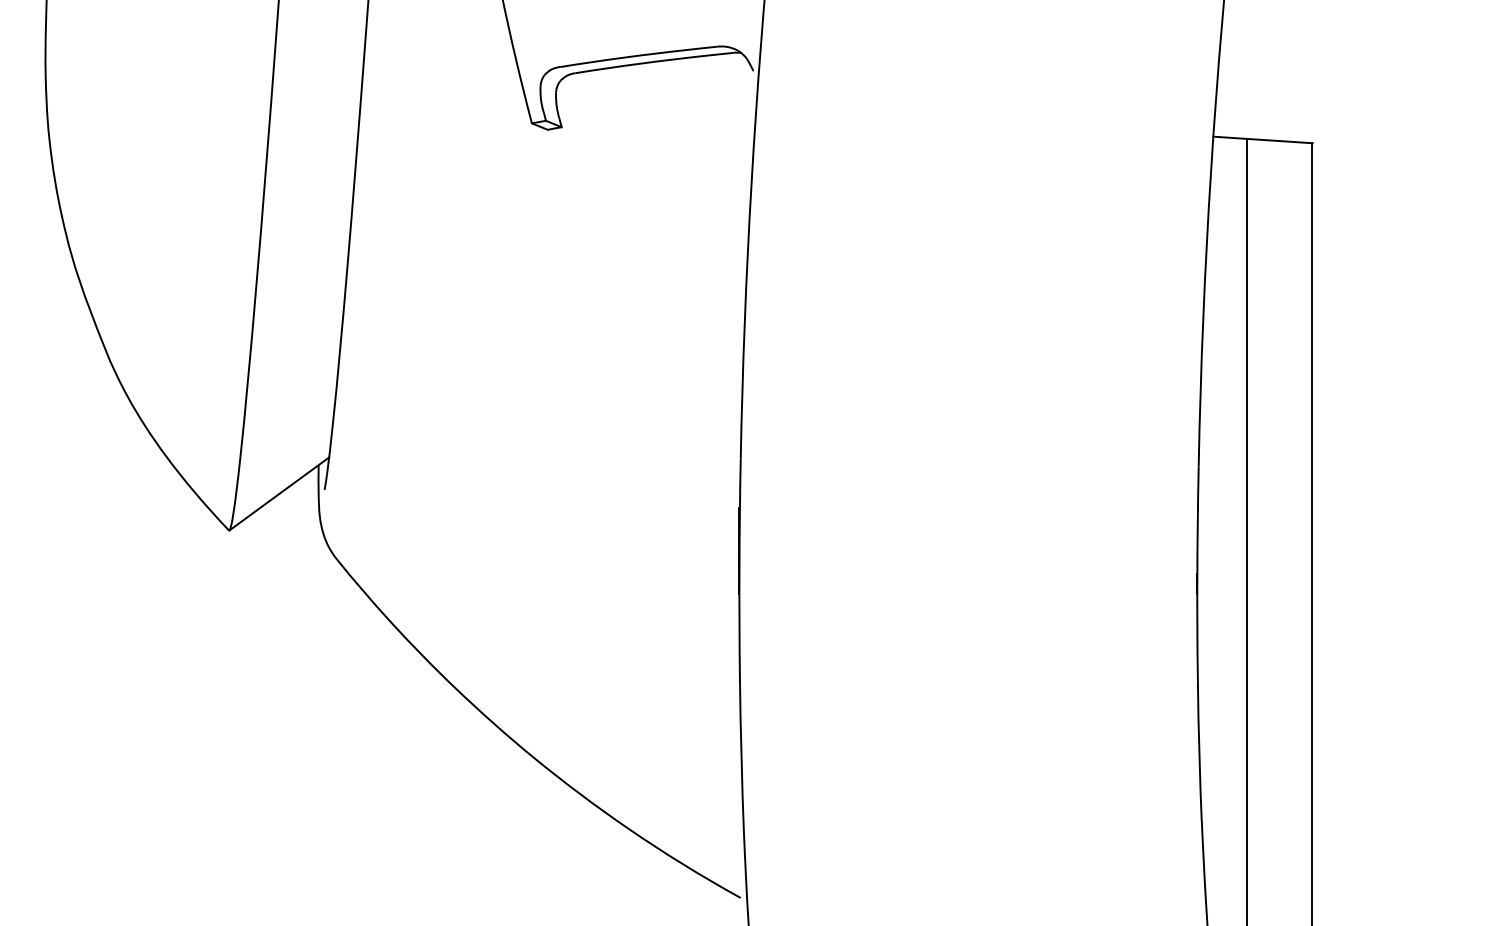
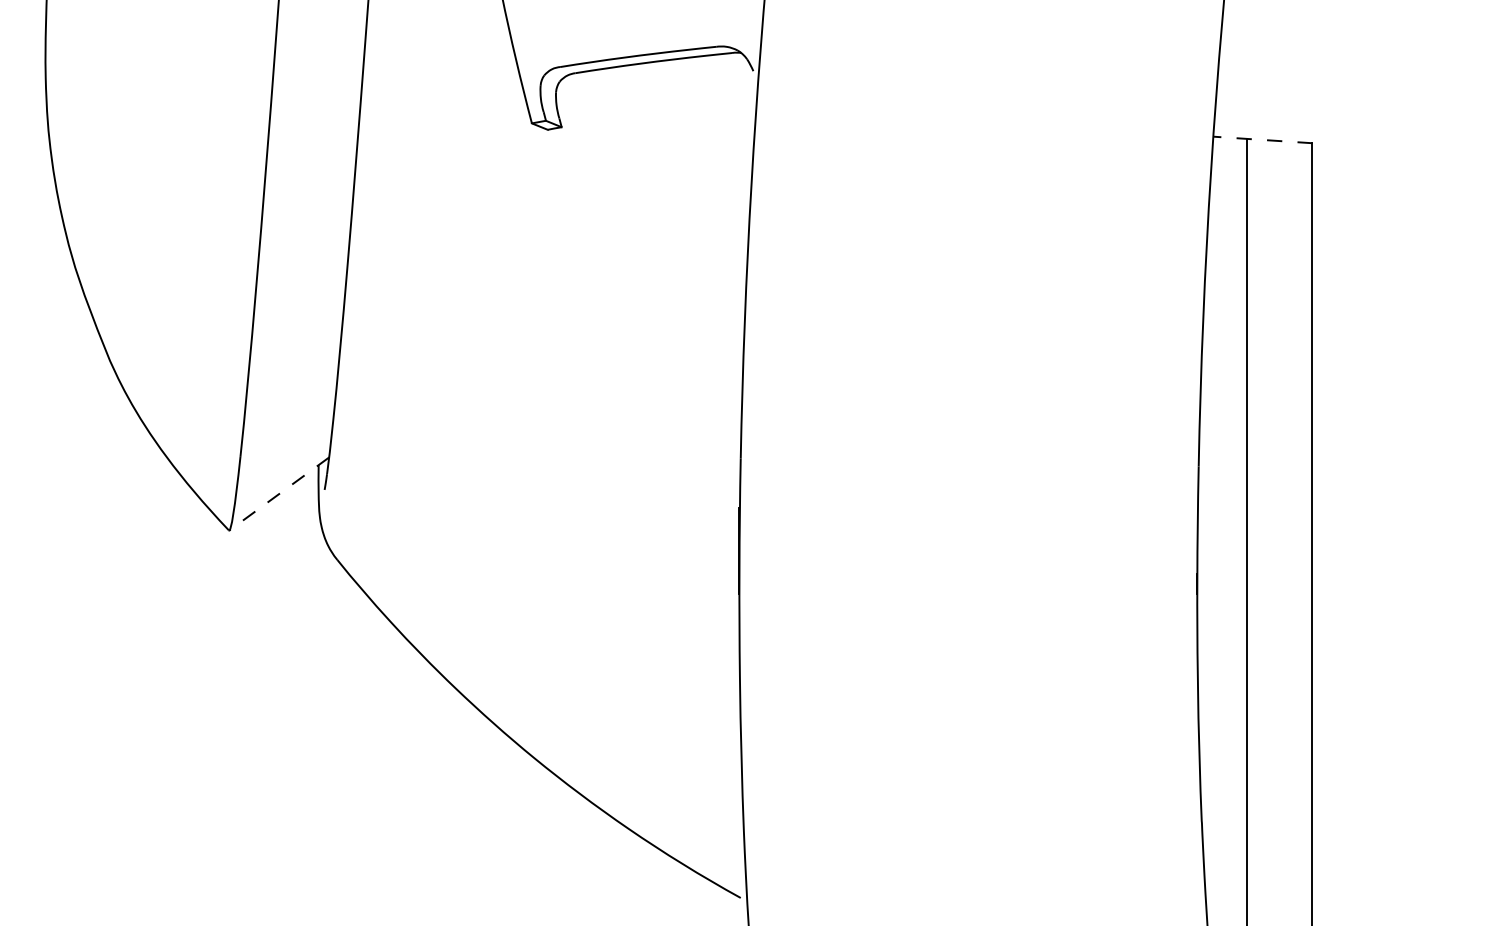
line at (1263, 139): solid -> dashed
line at (279, 493): solid -> dashed
